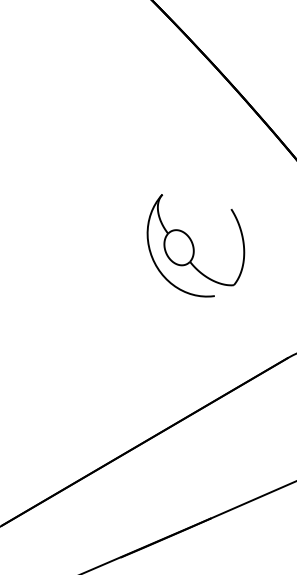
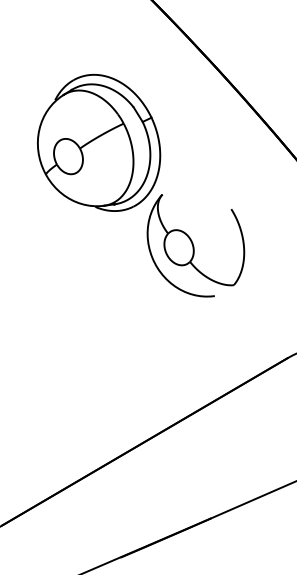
part at (99, 142): none -> present
